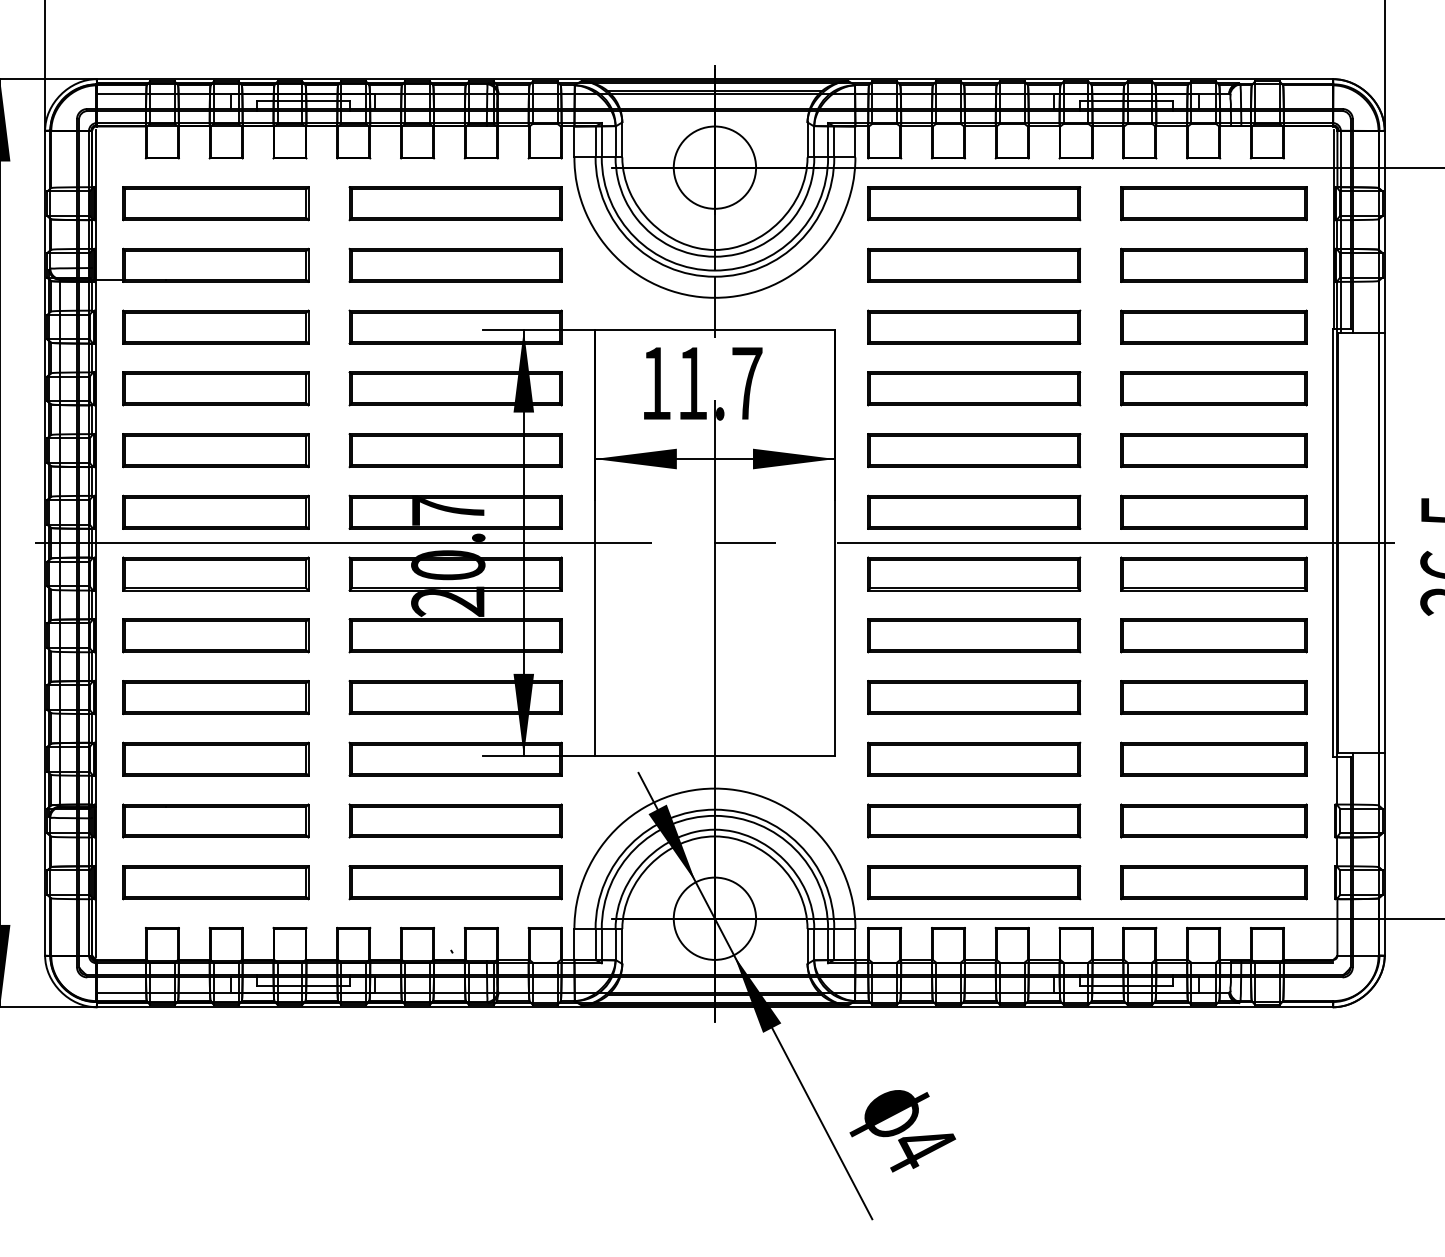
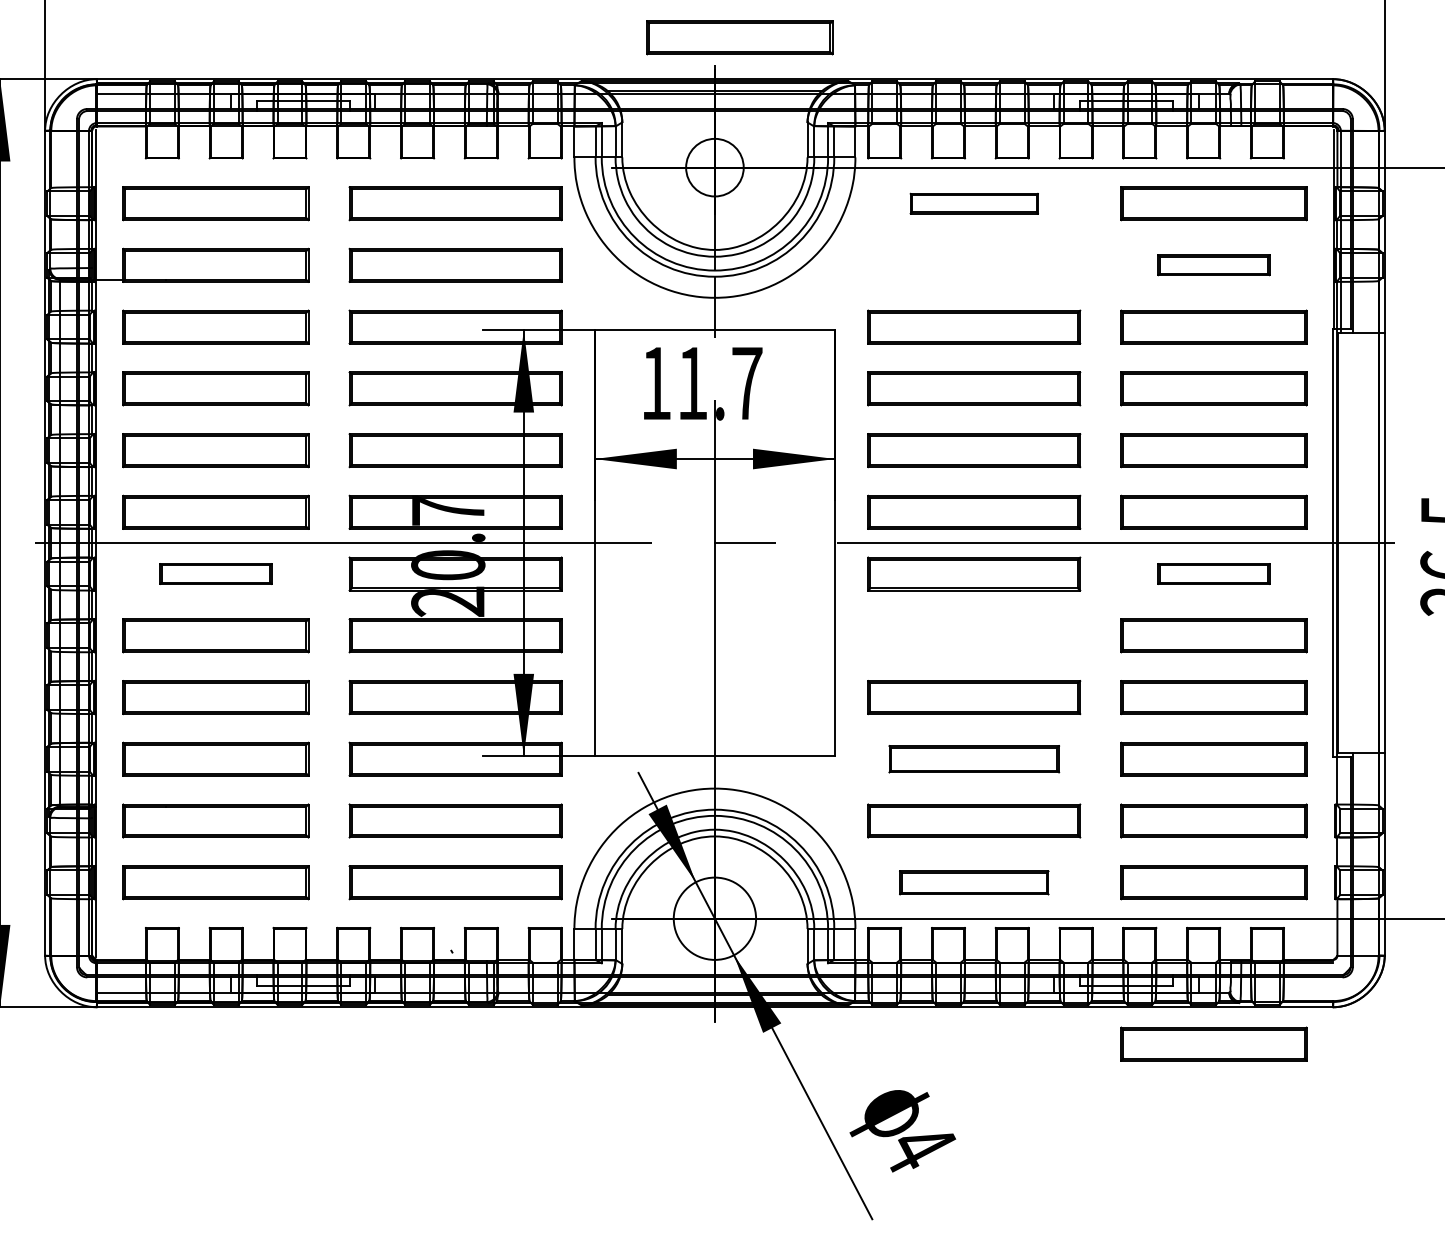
part at (739, 37): none -> present
circle at (714, 167) diameter: 82 px -> 58 px
part at (974, 203) size: 215x36 px -> 130x23 px
part at (974, 264): present -> none
part at (1213, 264) size: 188x36 px -> 114x23 px
part at (215, 573) size: 188x36 px -> 114x22 px
part at (1213, 573) size: 188x36 px -> 114x22 px
part at (974, 635): present -> none
part at (974, 758) size: 215x36 px -> 173x29 px
part at (974, 882) size: 215x36 px -> 151x26 px
part at (1213, 1043): none -> present
